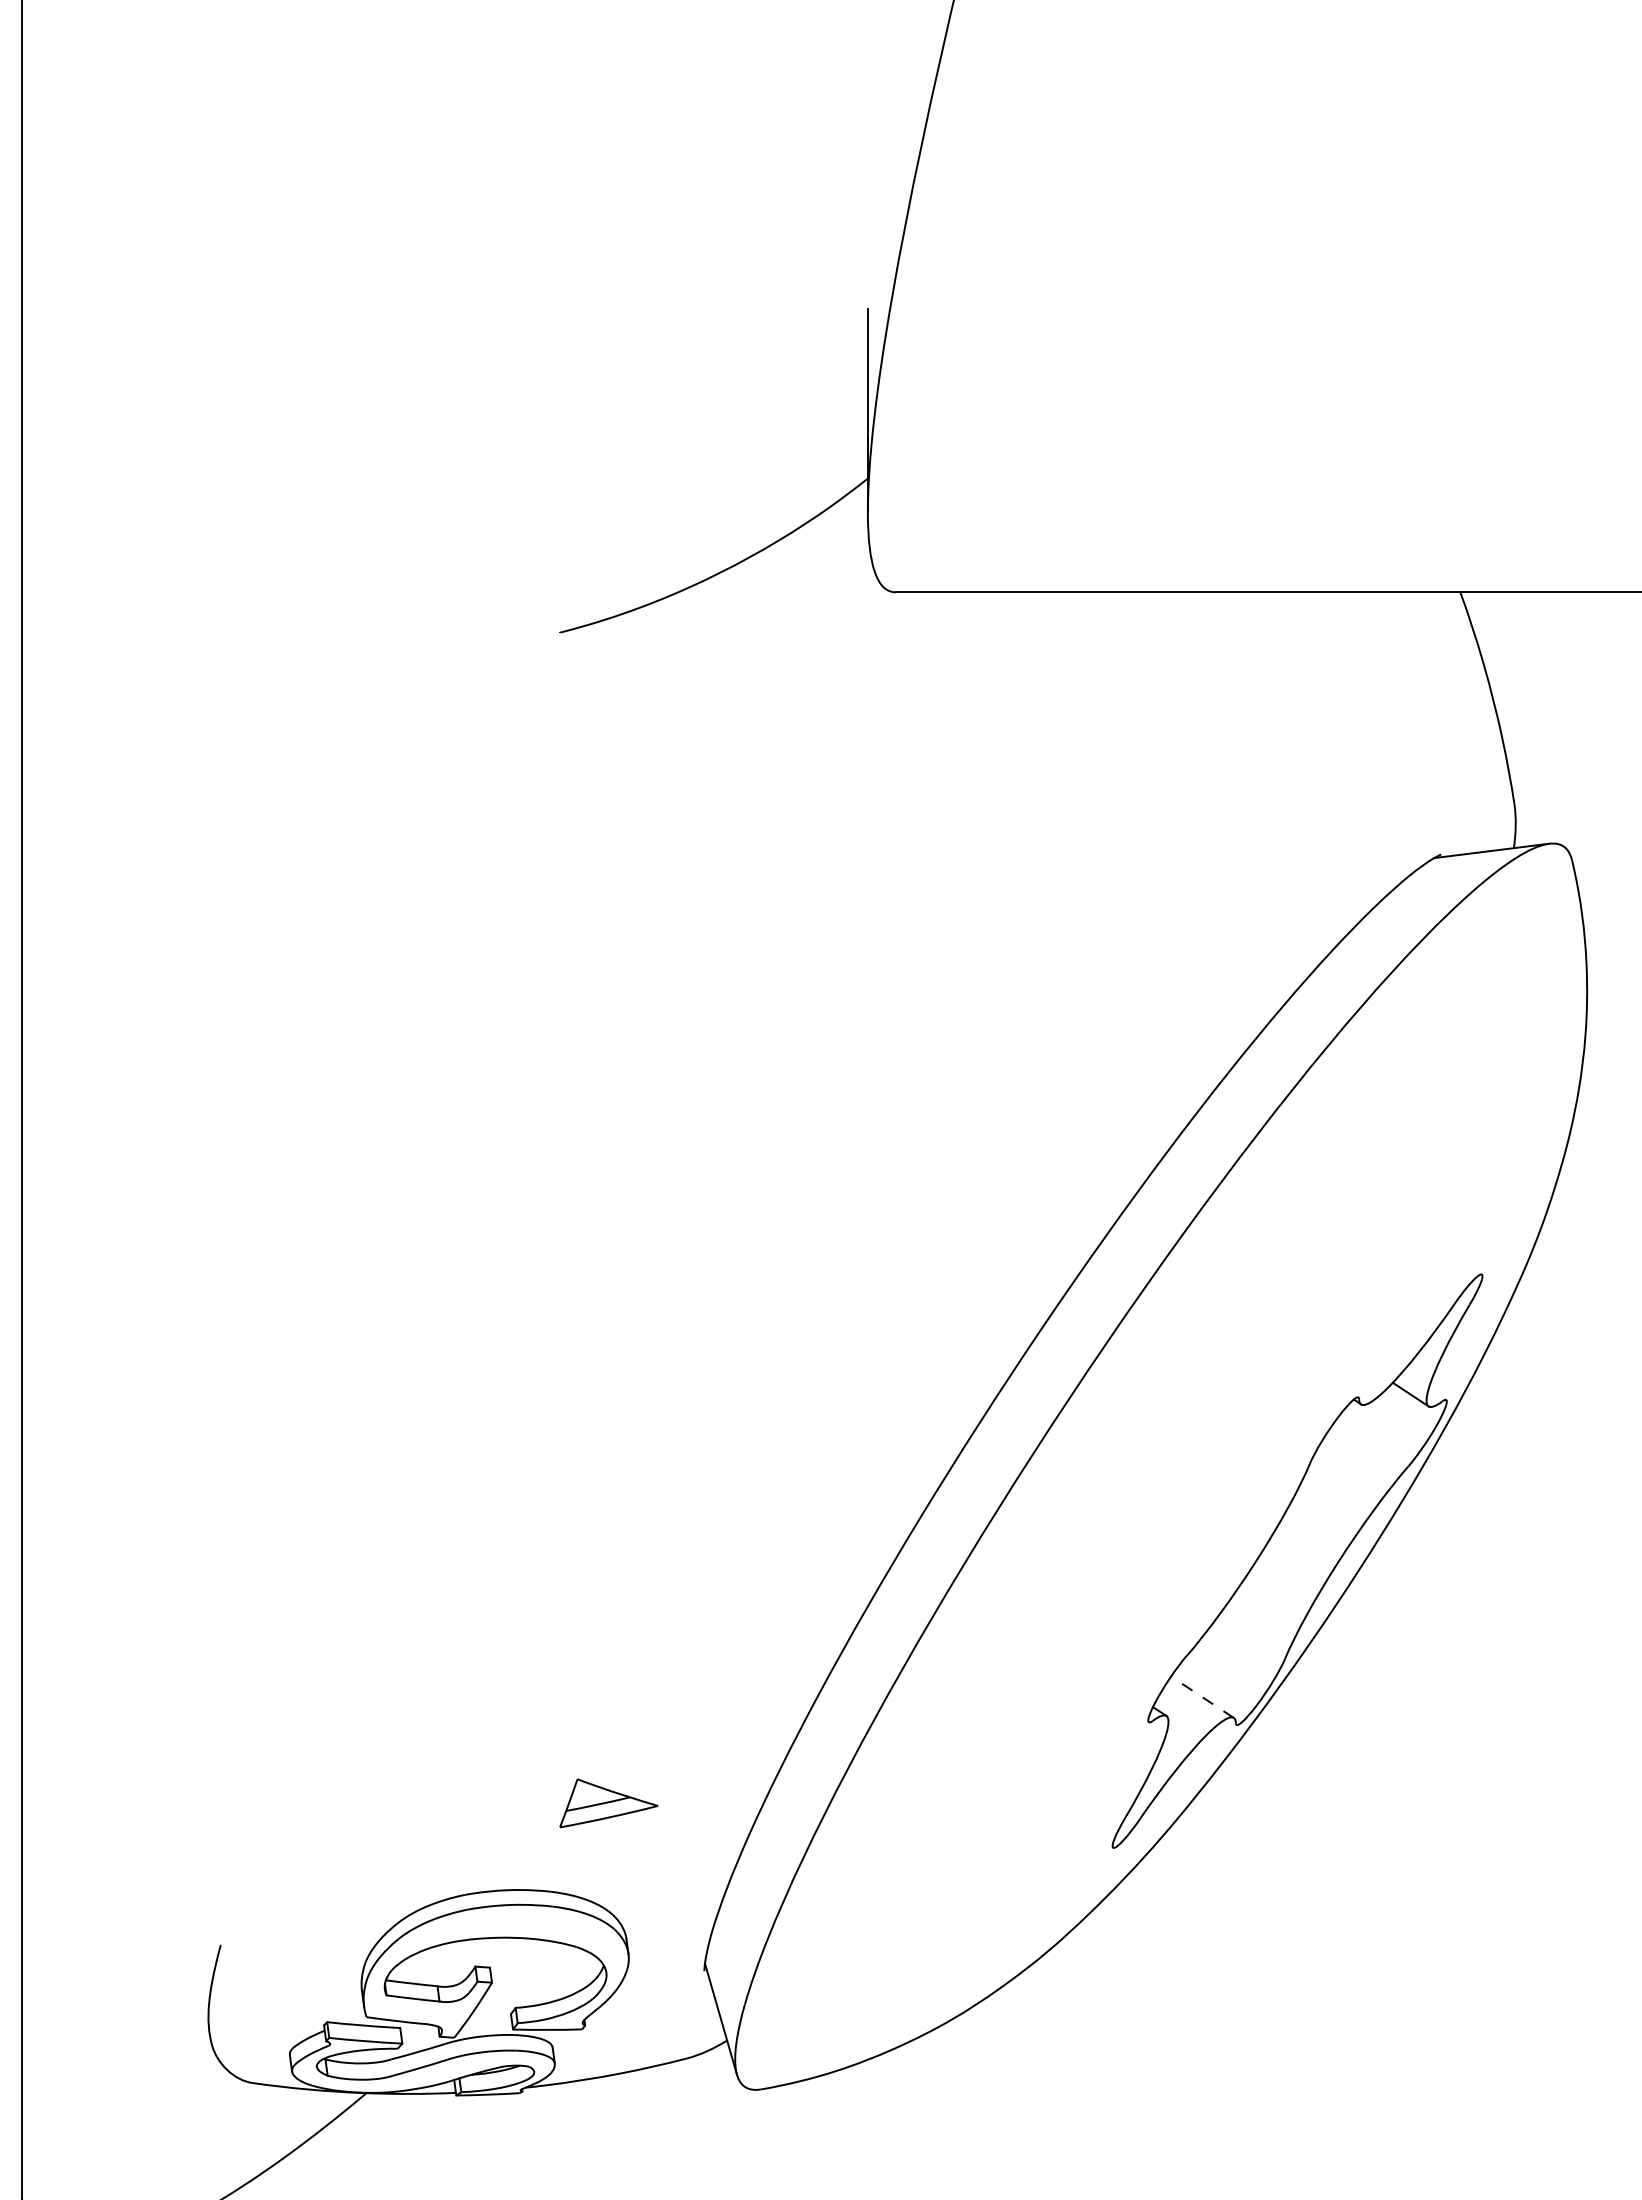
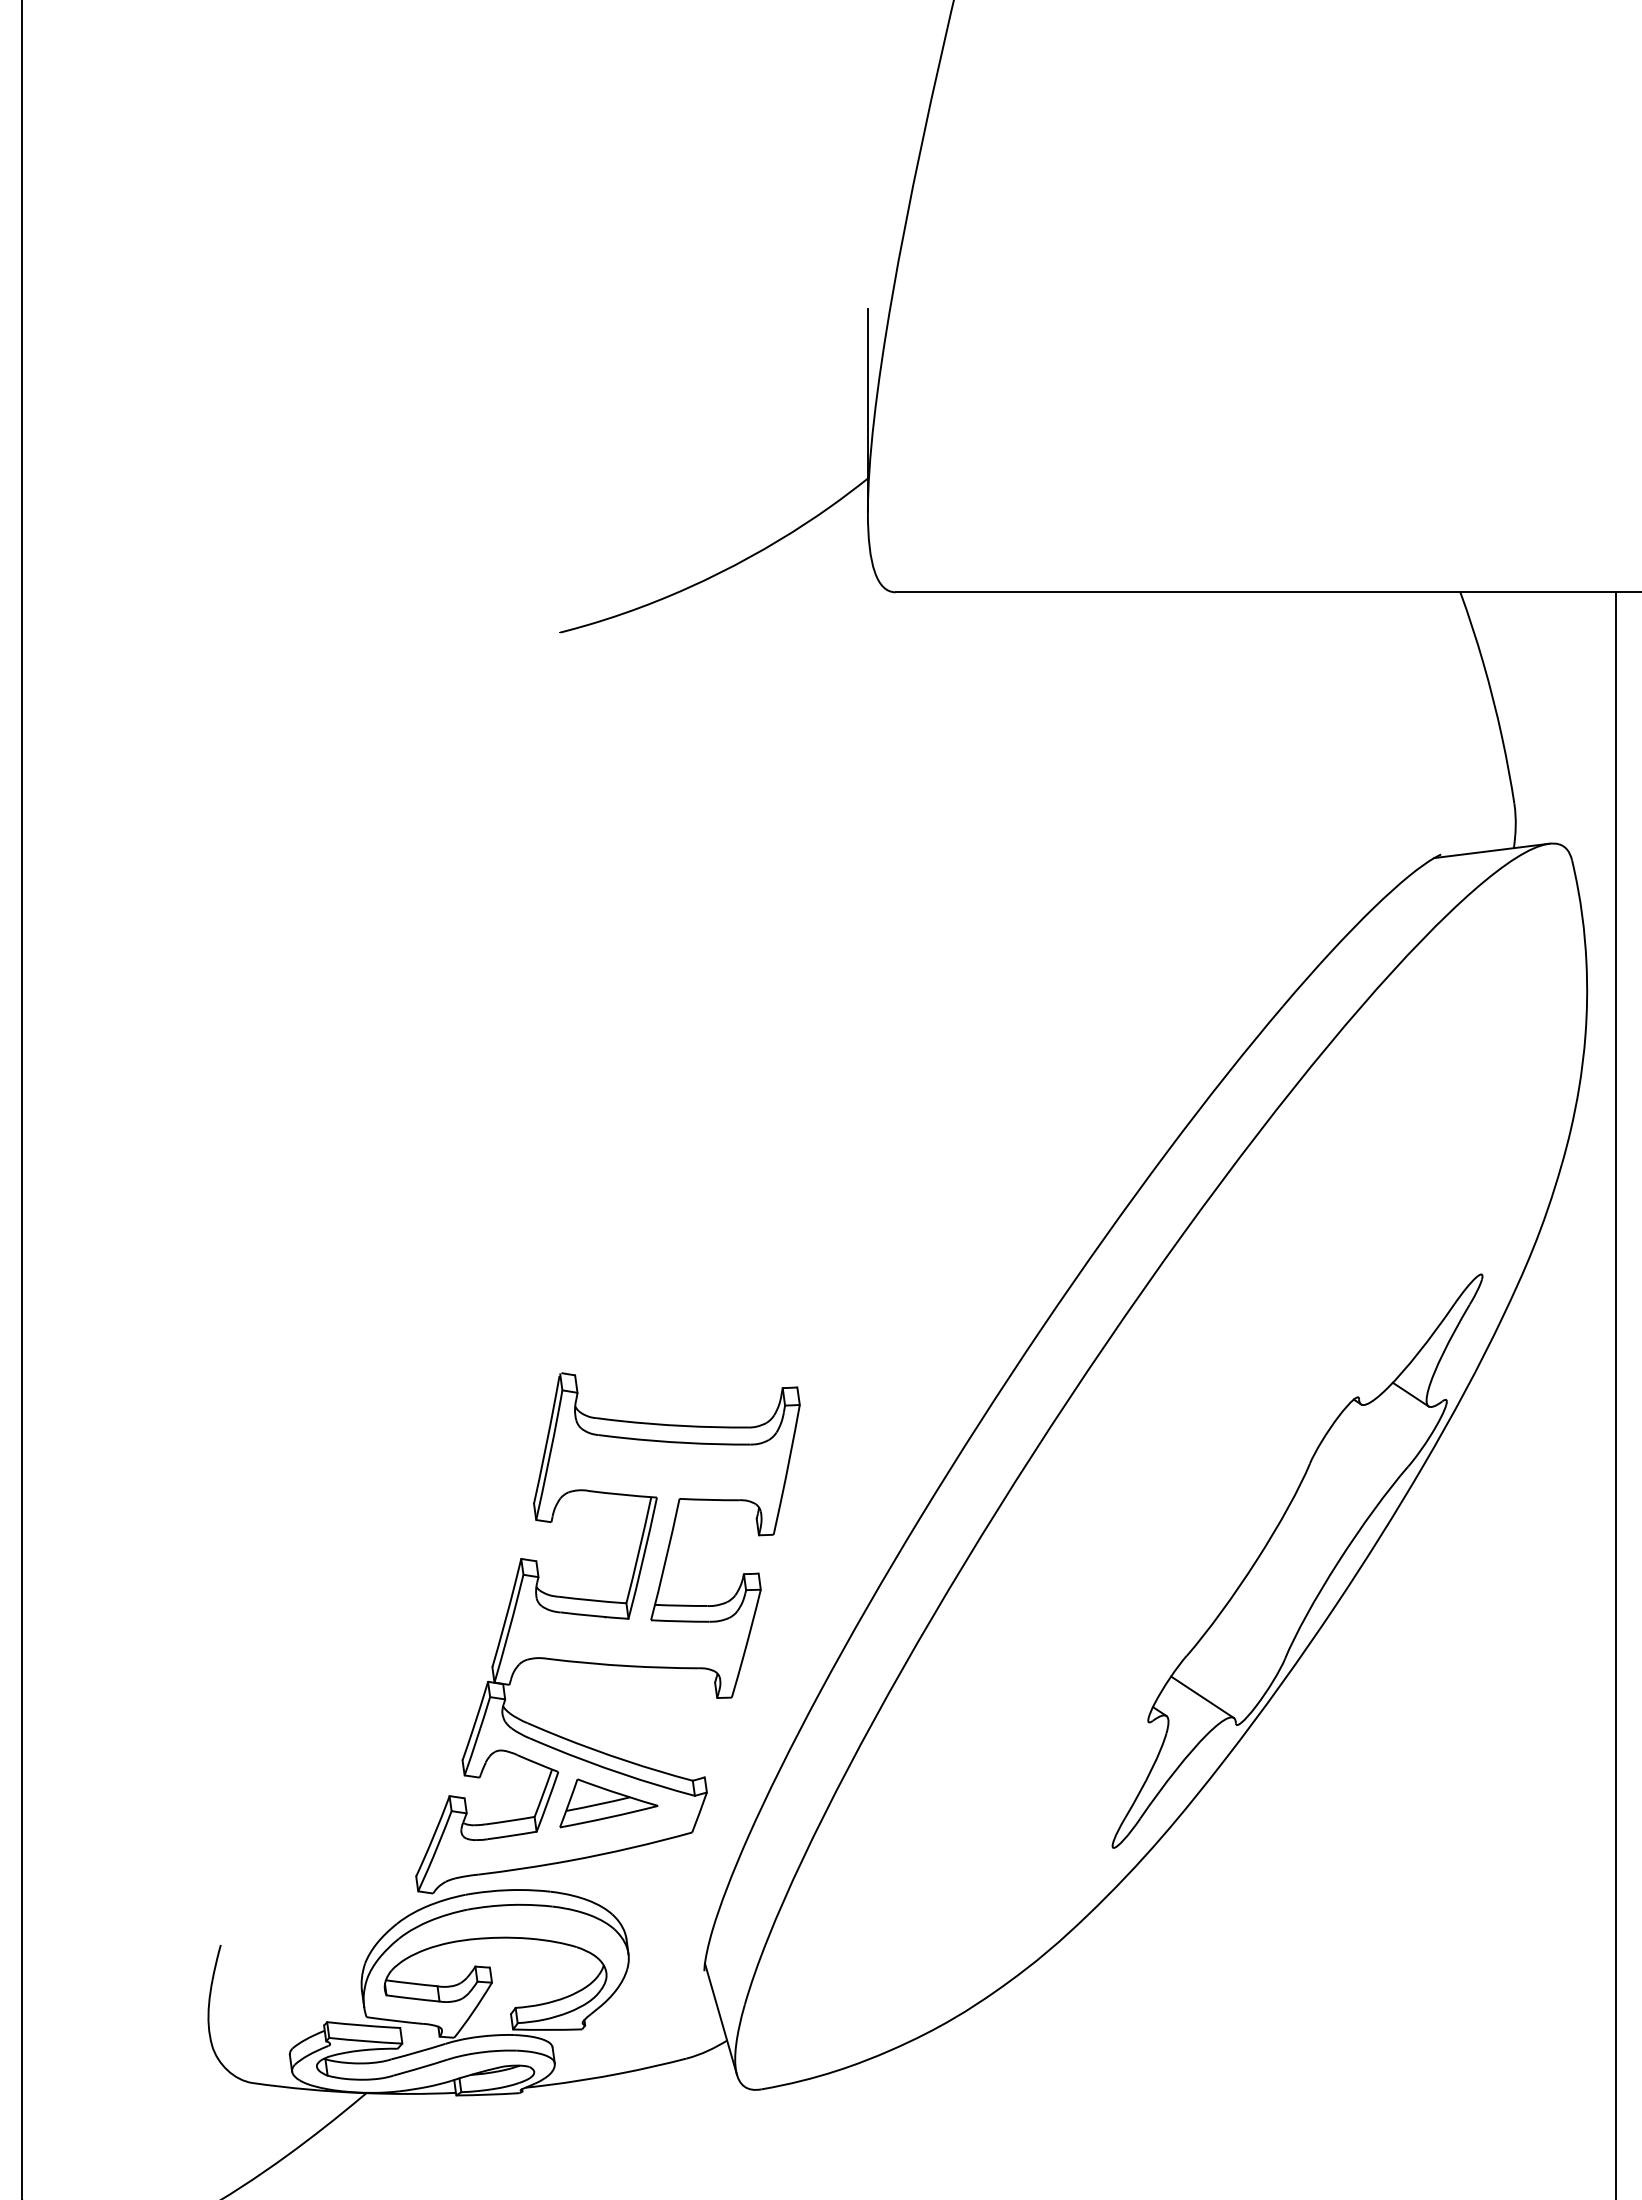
line at (1615, 1394): none -> present
part at (607, 1633): none -> present
line at (1202, 1697): dashed -> solid
